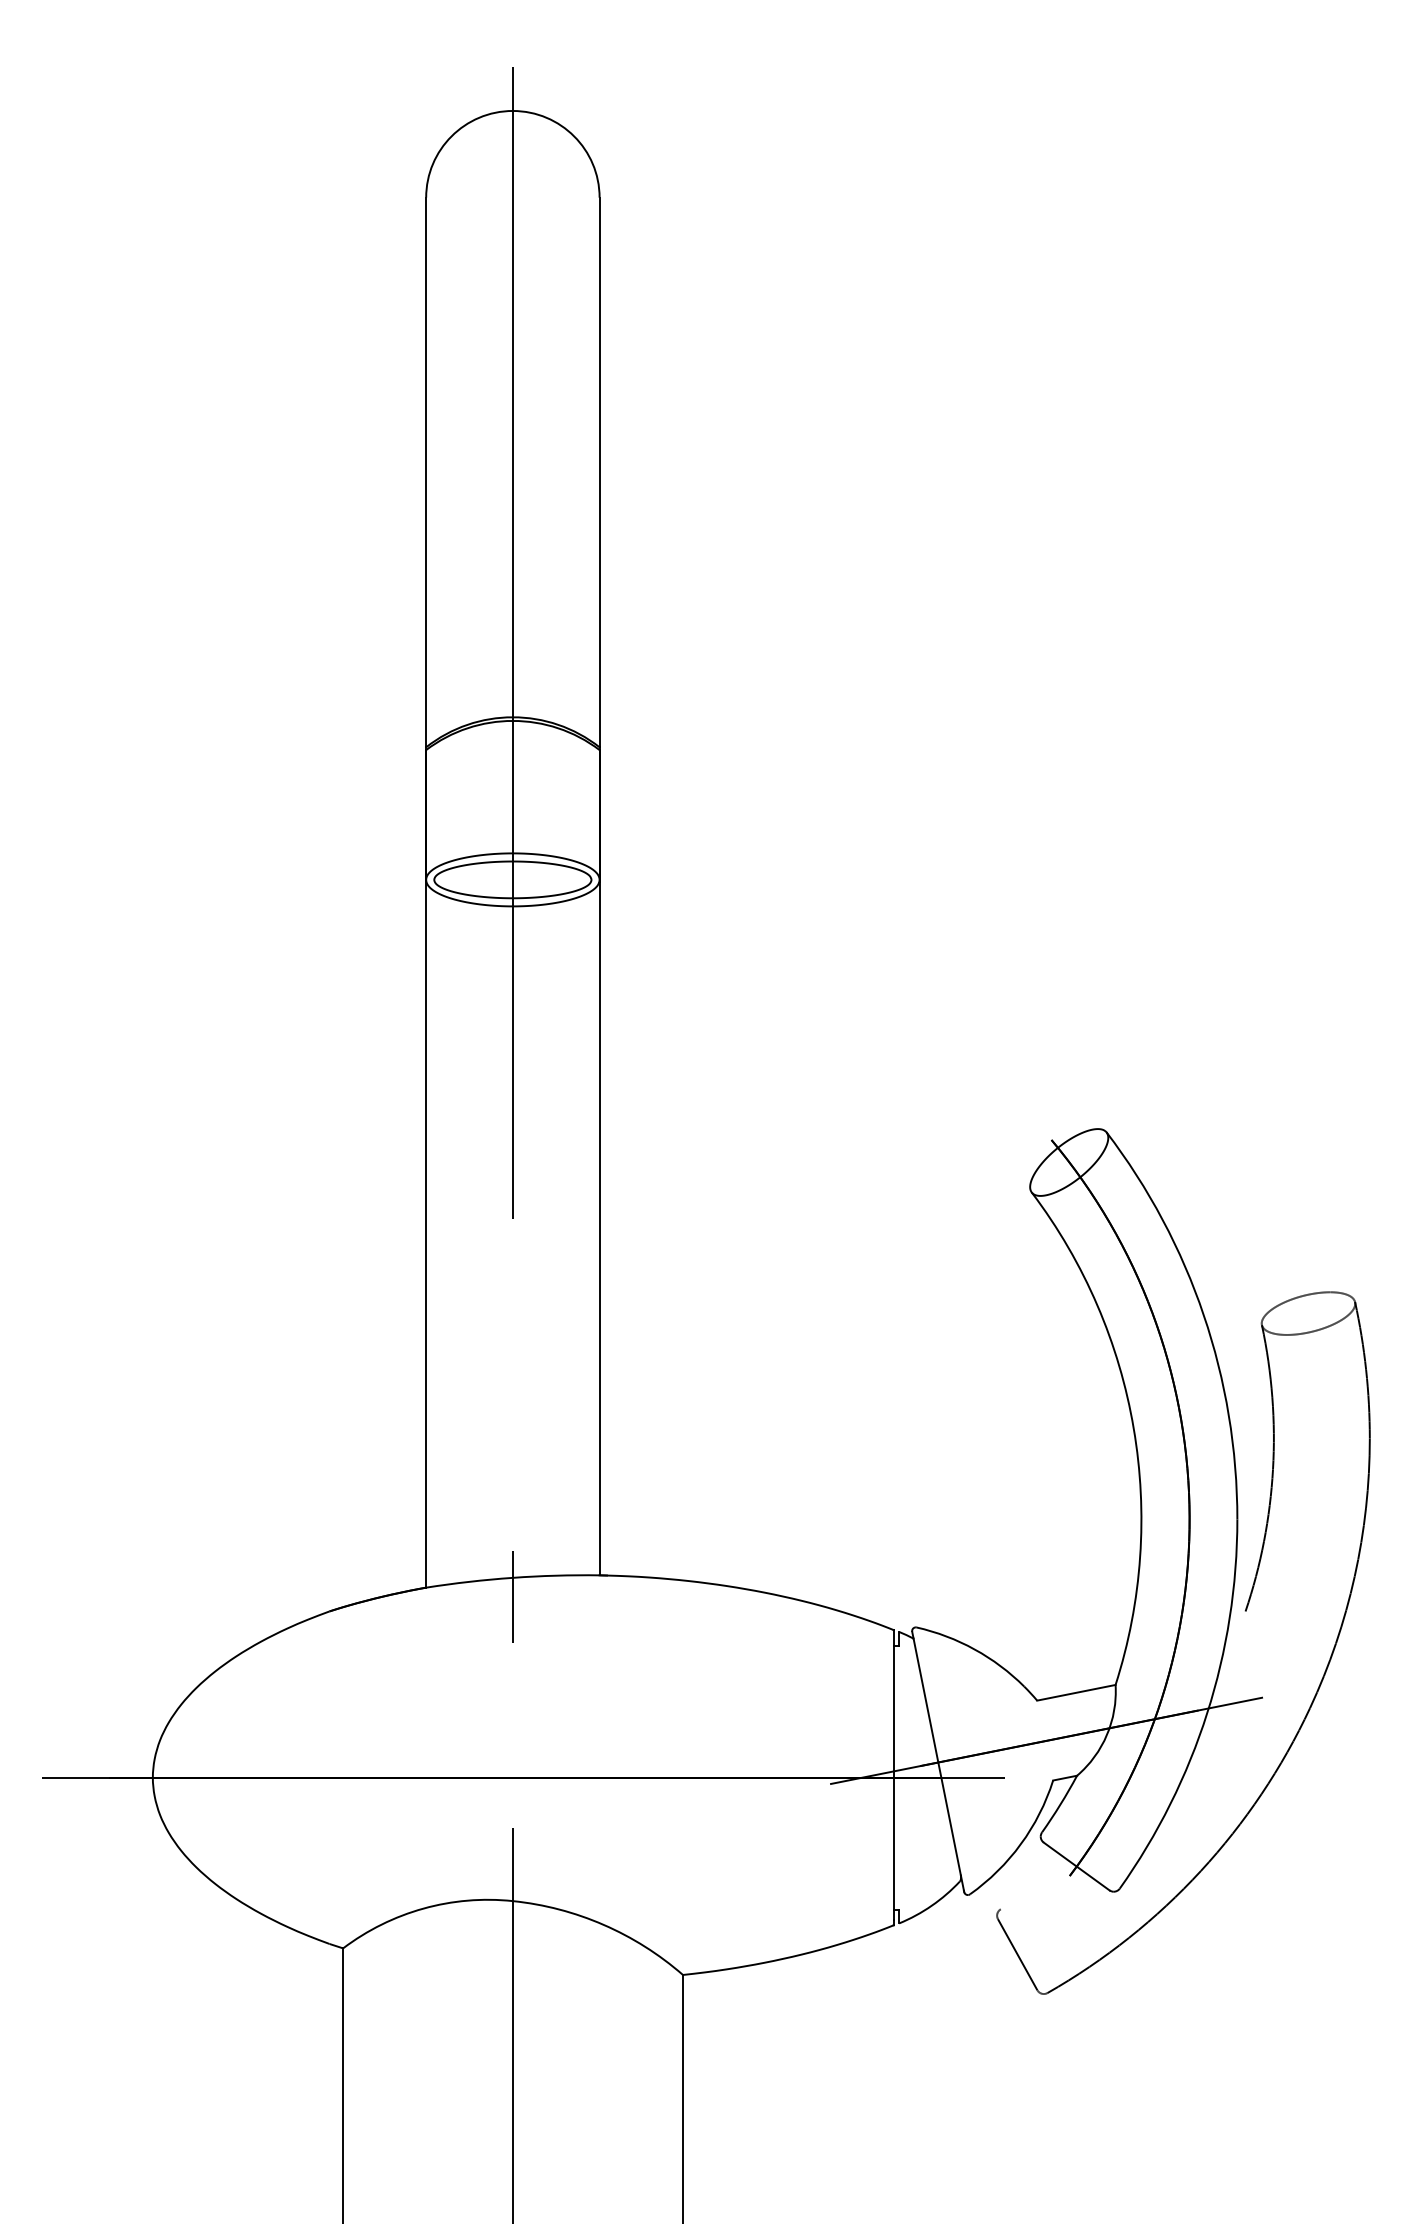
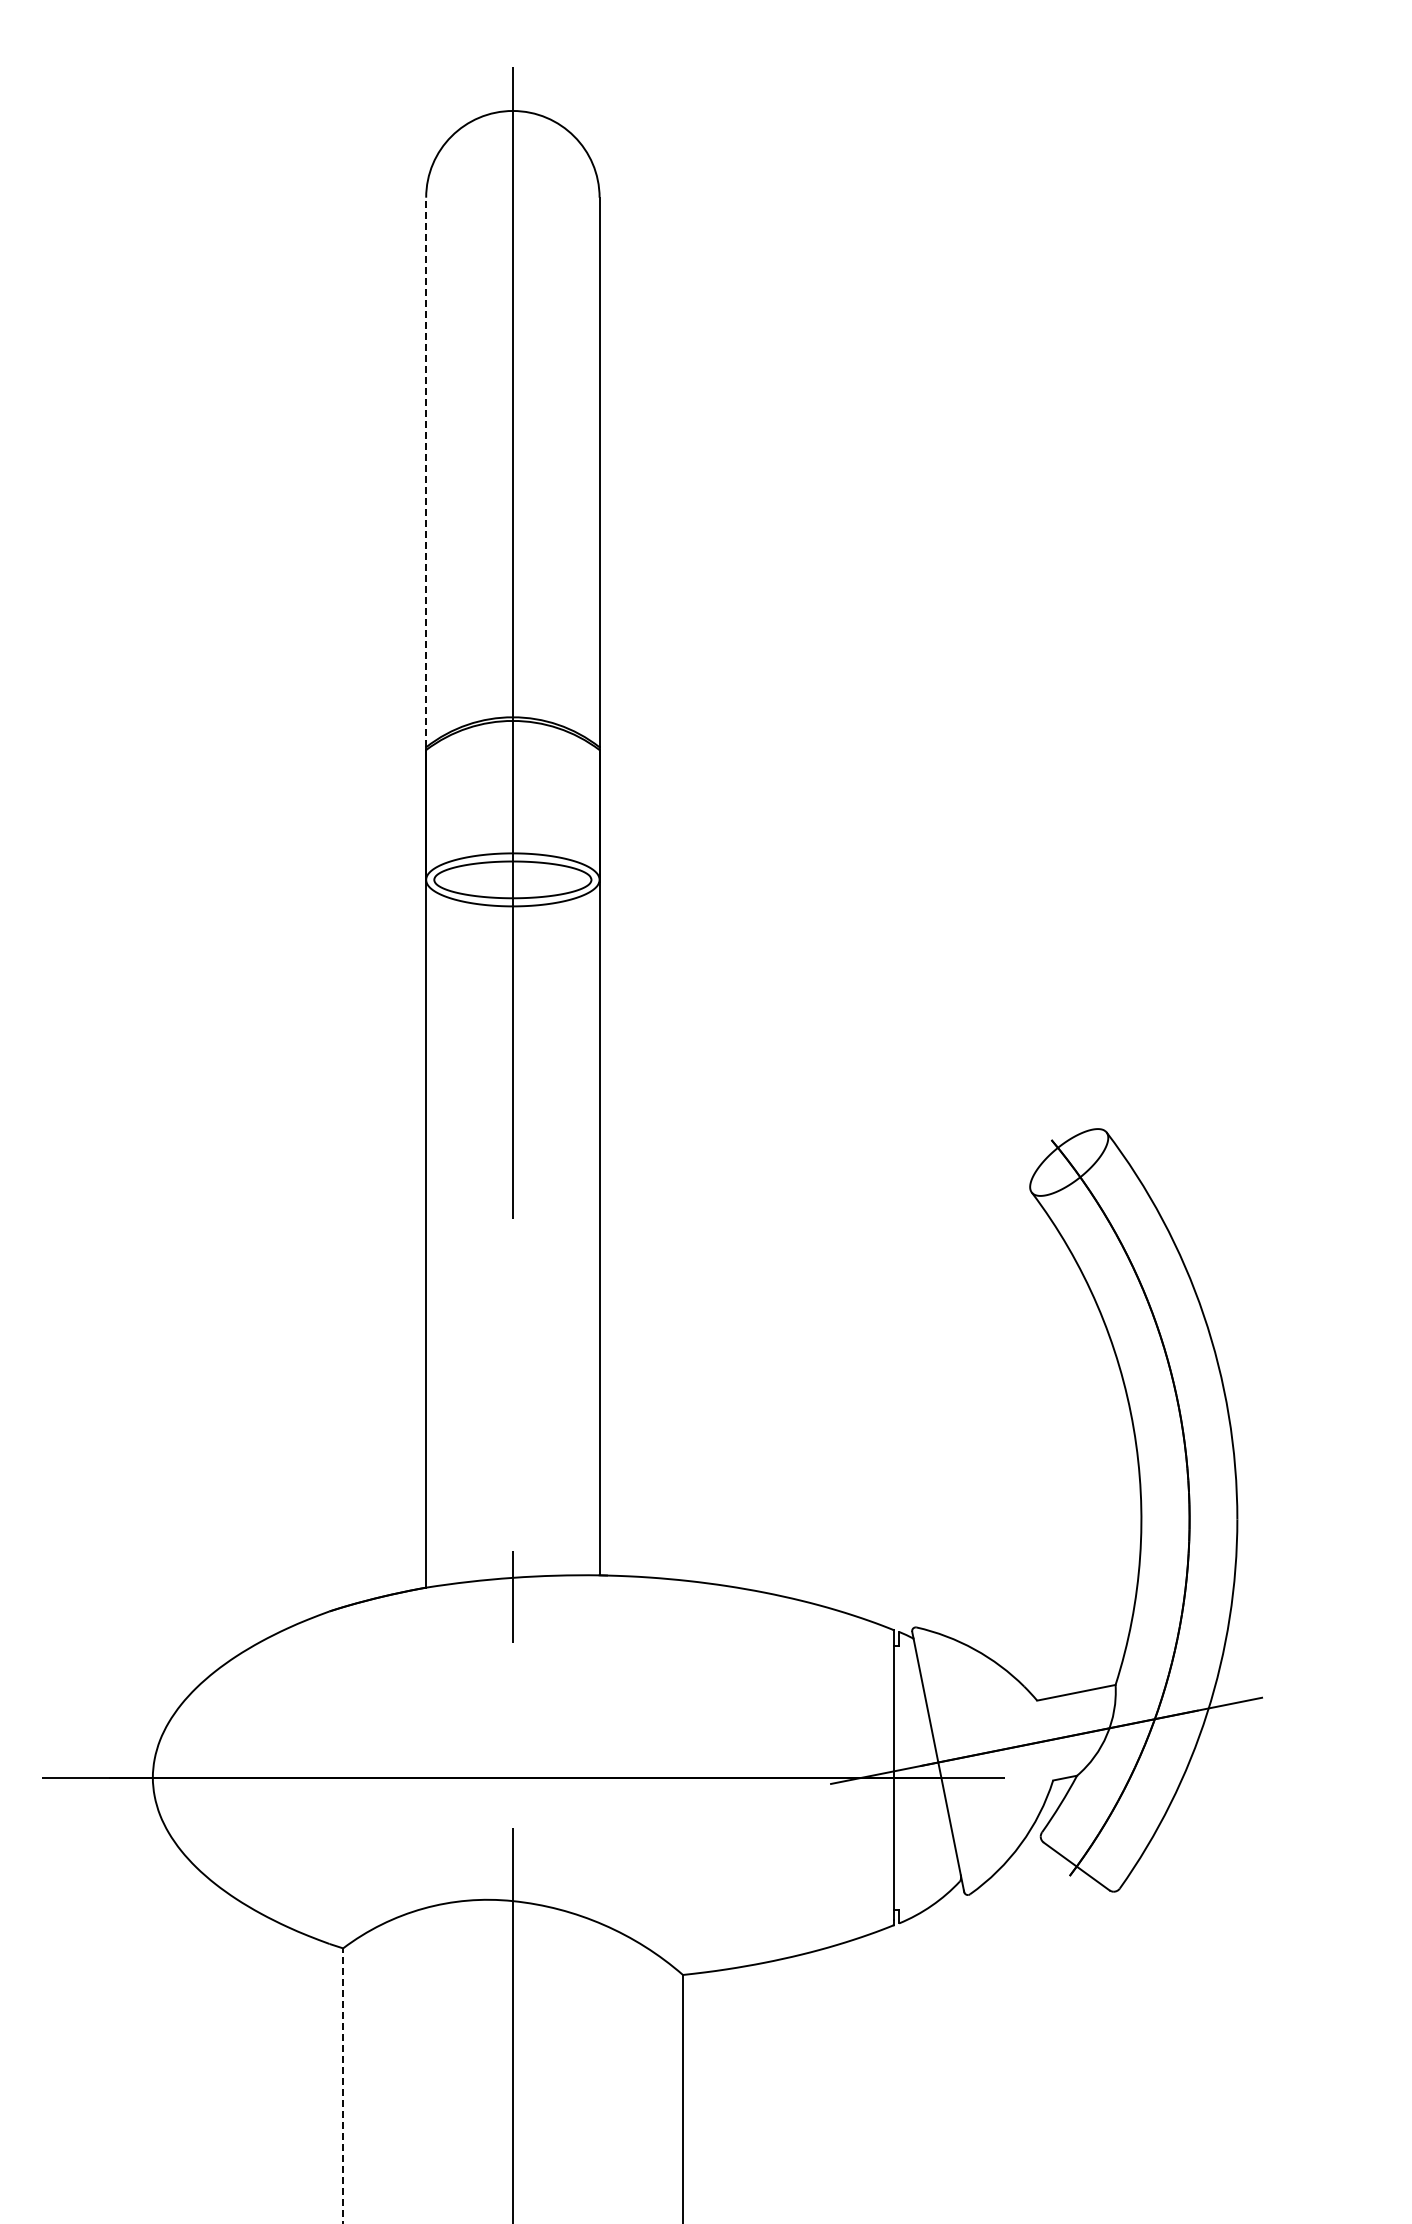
line at (426, 472): solid -> dashed
part at (1244, 1610): present -> none
line at (343, 2085): solid -> dashed
